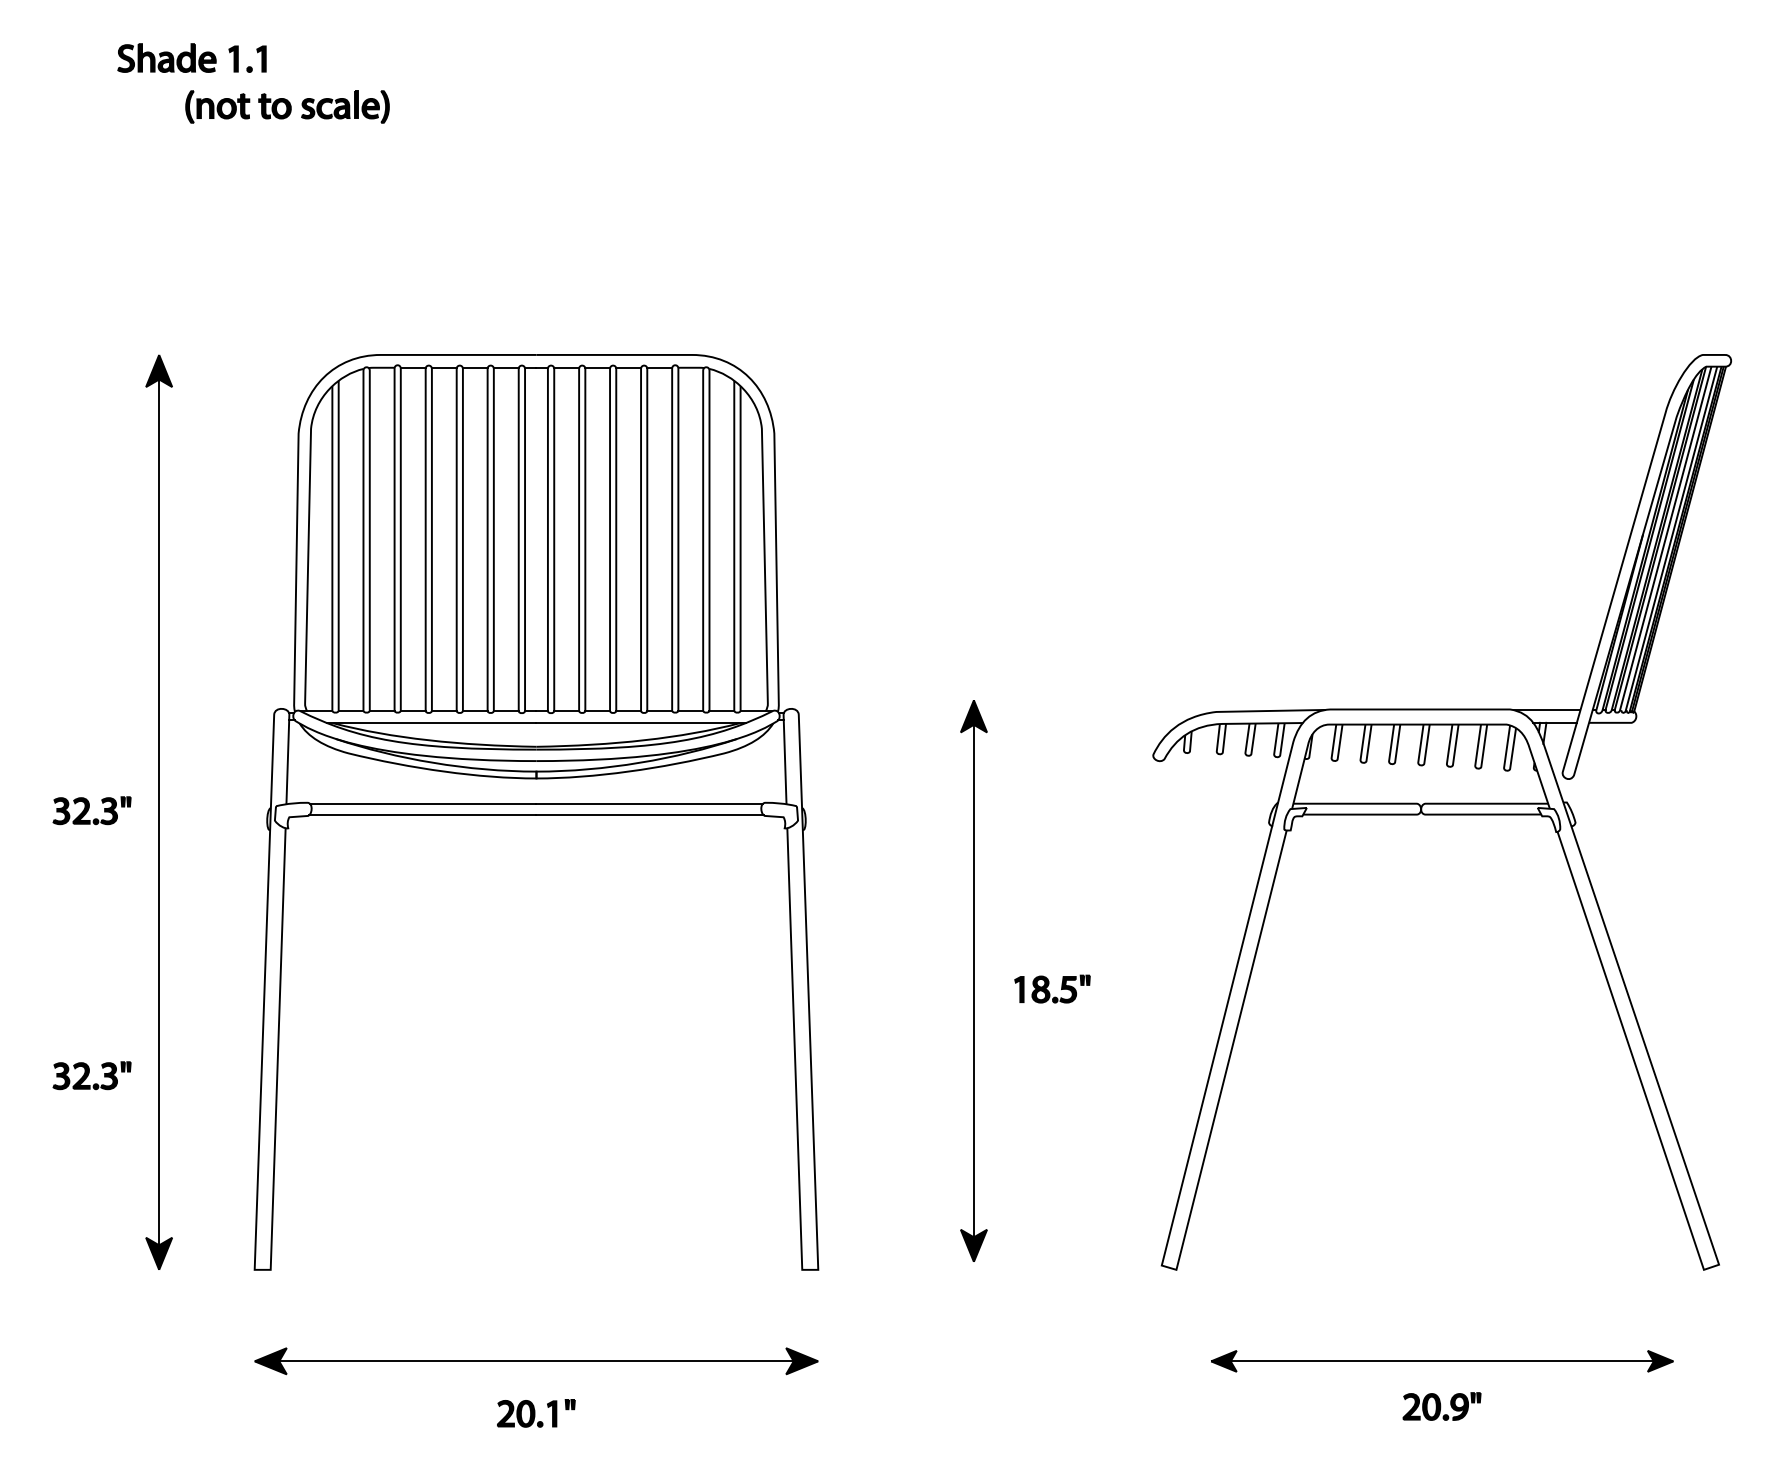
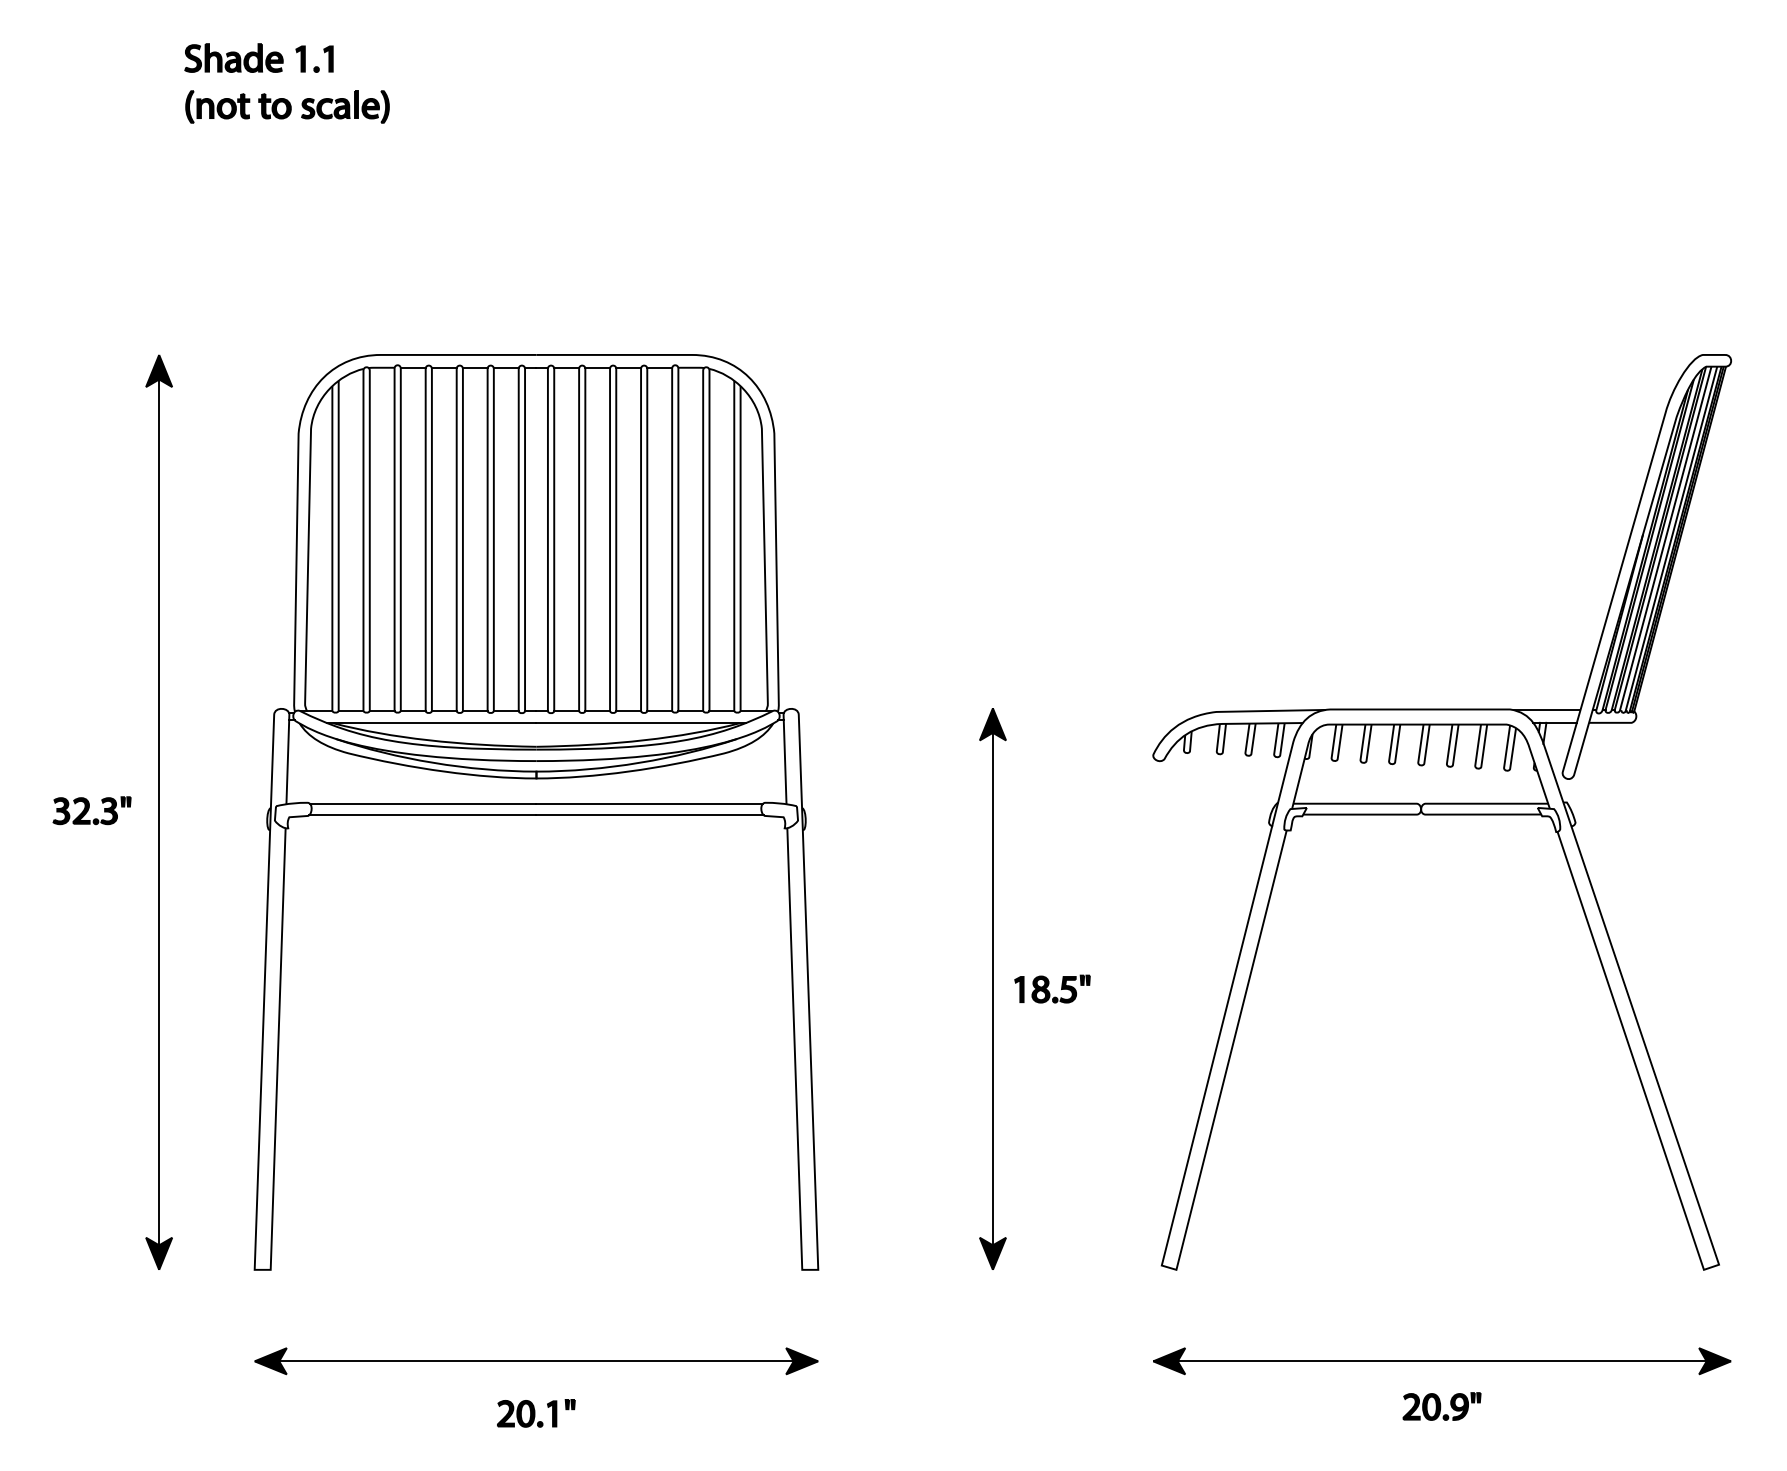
part at (191, 57) position: (191, 57) -> (258, 57)
part at (973, 980) position: (973, 980) -> (992, 988)
part at (91, 1075): present -> none
part at (1442, 1361) size: 463x23 px -> 579x29 px
